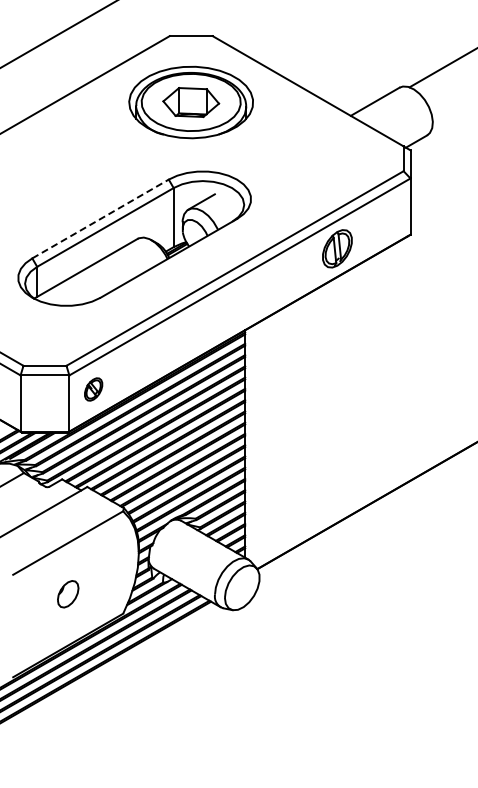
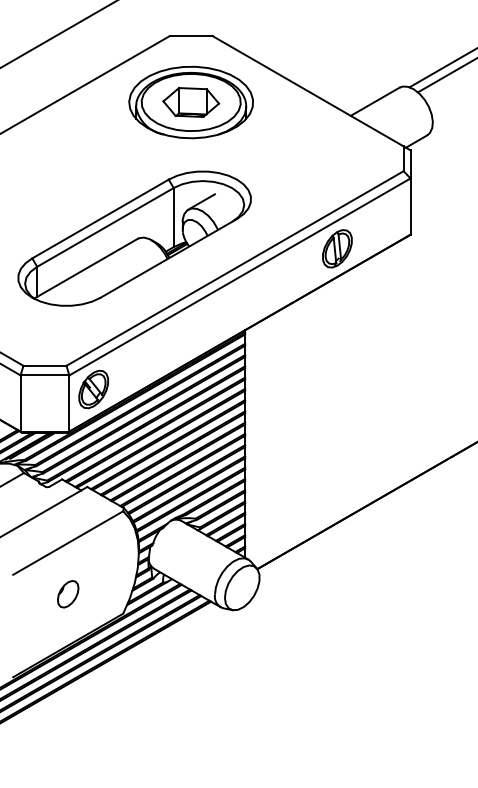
line at (446, 75): none -> present
line at (100, 219): dashed -> solid
part at (93, 389) size: 20x25 px -> 31x41 px
